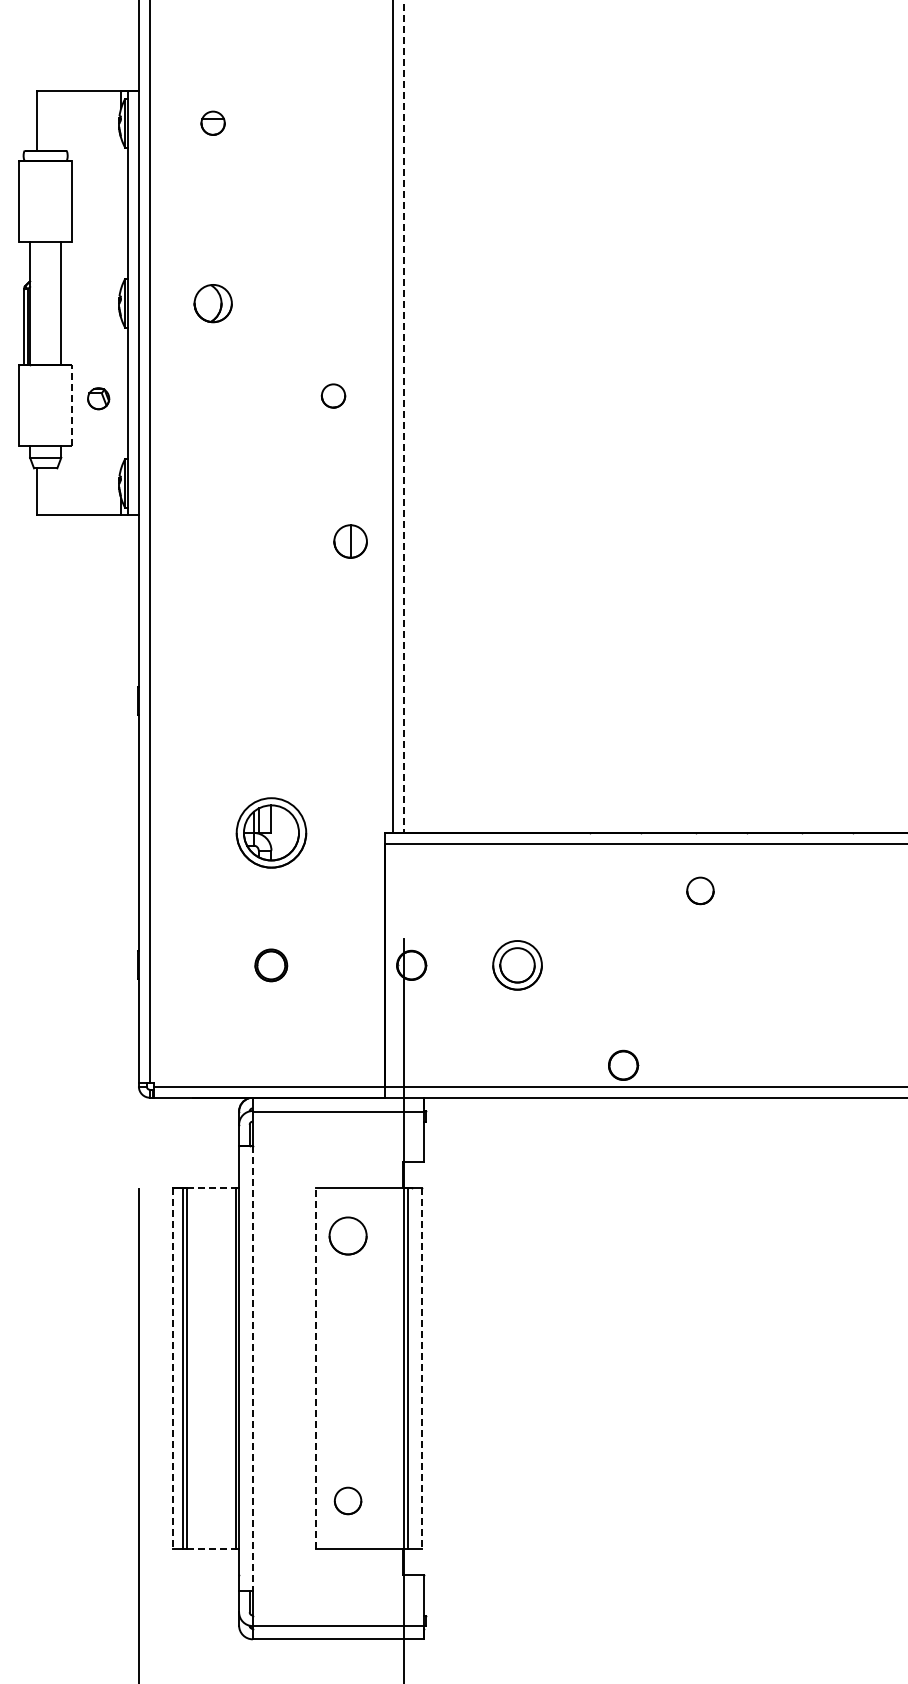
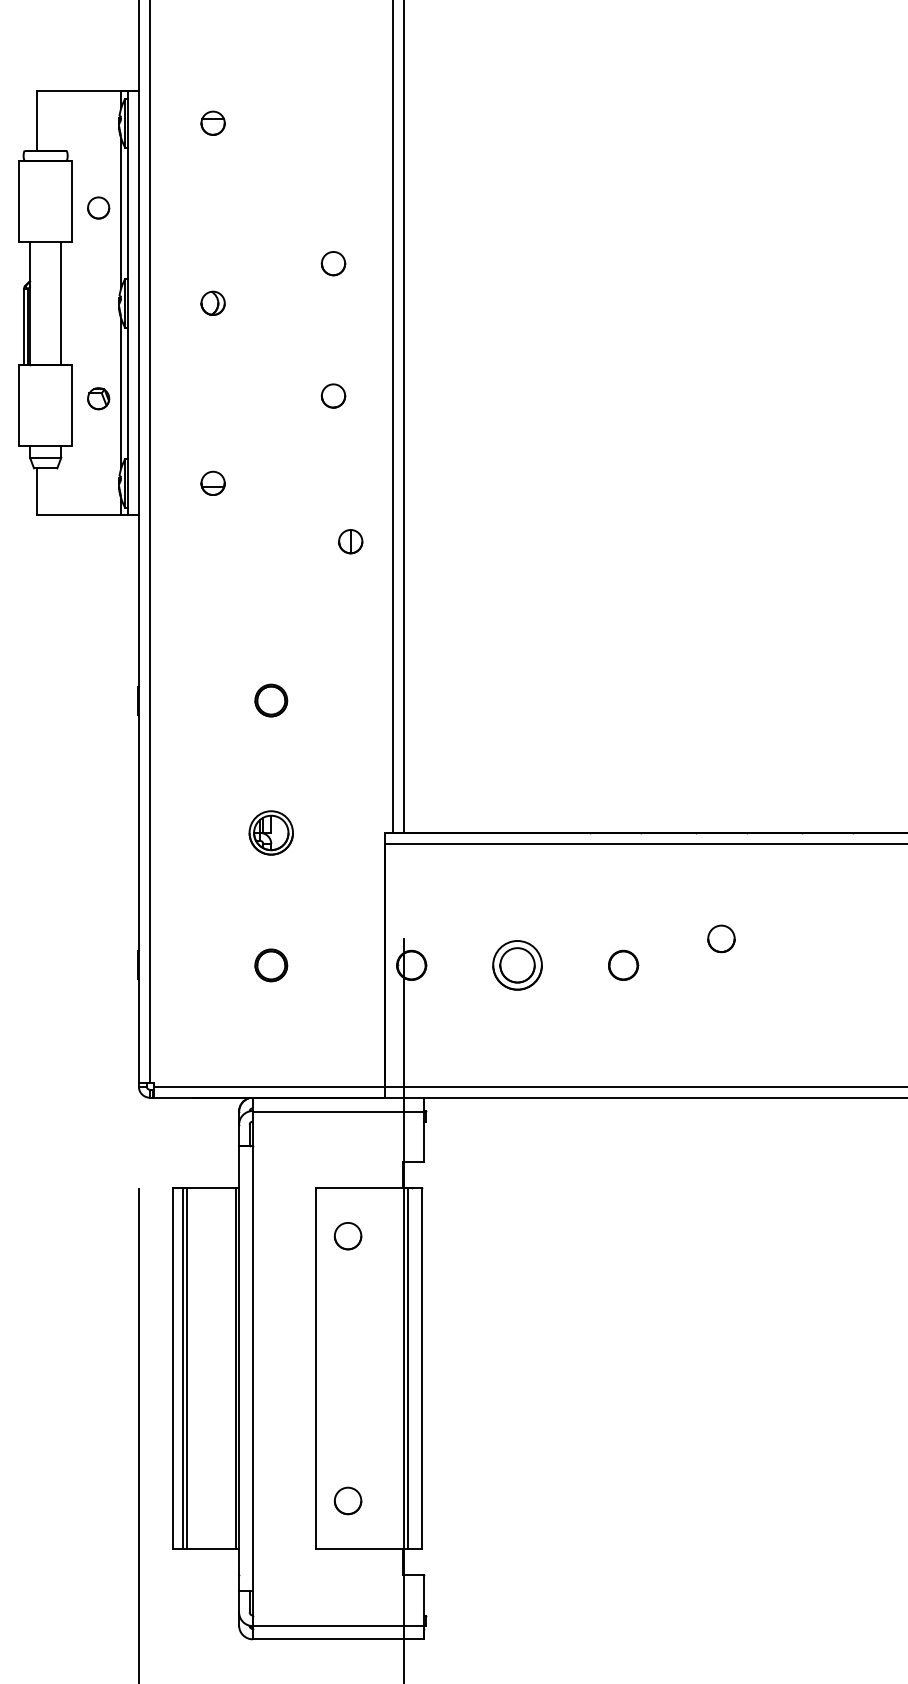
circle at (98, 207): none -> present
line at (121, 212): none -> present
part at (333, 263): none -> present
part at (212, 303) size: 40x40 px -> 26x26 px
line at (121, 393): none -> present
line at (72, 404): dashed -> solid
line at (403, 416): dashed -> solid
part at (212, 482): none -> present
part at (350, 541) size: 35x35 px -> 26x26 px
part at (271, 700): none -> present
part at (271, 832) size: 73x72 px -> 46x46 px
part at (700, 890) position: (700, 890) -> (721, 938)
circle at (623, 1064) position: (623, 1064) -> (623, 964)
line at (211, 1188): dashed -> solid
part at (347, 1235) size: 40x40 px -> 30x29 px
line at (316, 1368): dashed -> solid
line at (172, 1369): dashed -> solid
line at (252, 1369): dashed -> solid
line at (422, 1369): dashed -> solid
line at (211, 1548): dashed -> solid
